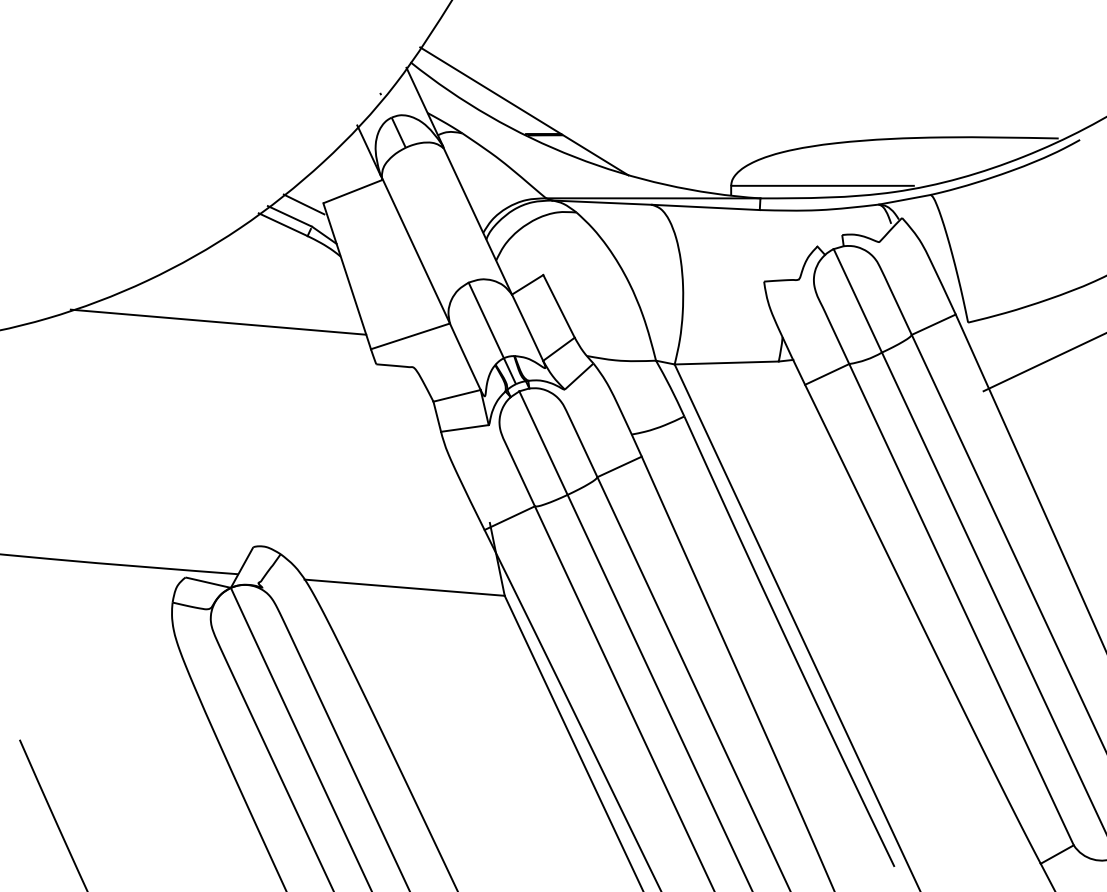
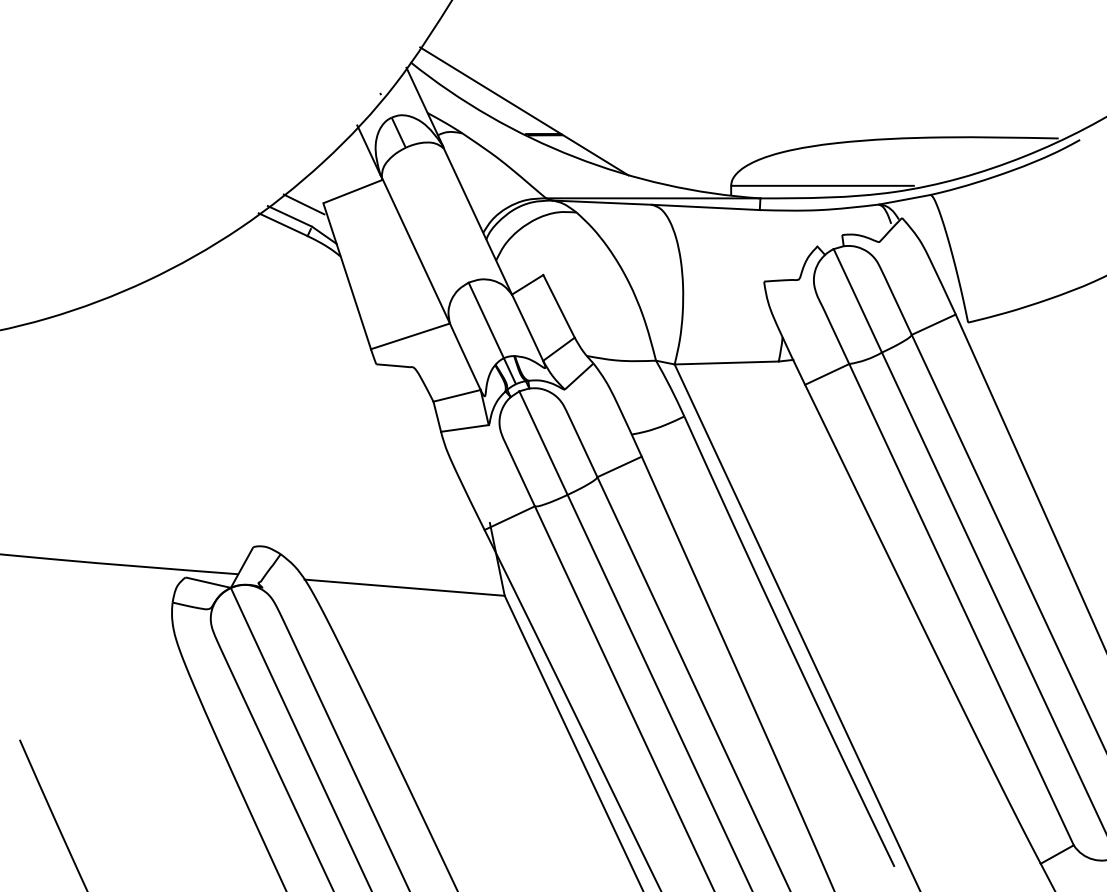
line at (218, 321): present -> none
line at (1043, 362): present -> none
